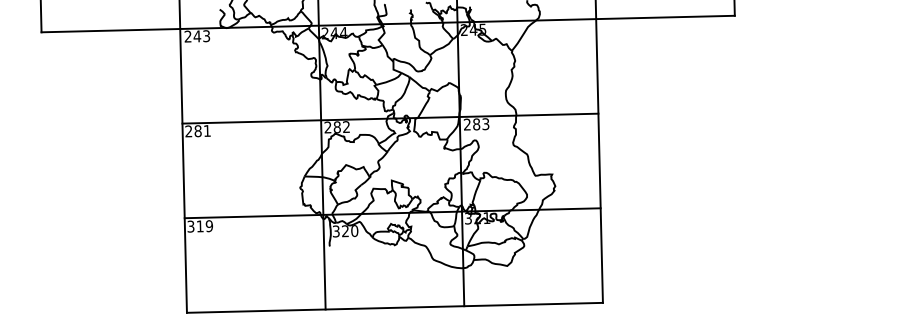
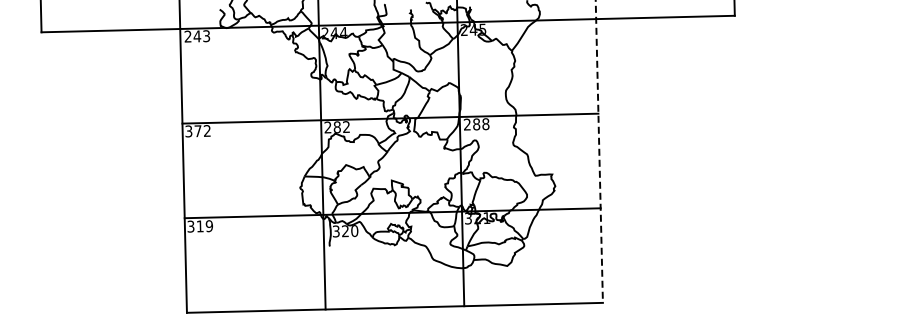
text at (485, 124): 283 -> 288
text at (197, 131): 281 -> 372
line at (599, 152): solid -> dashed
